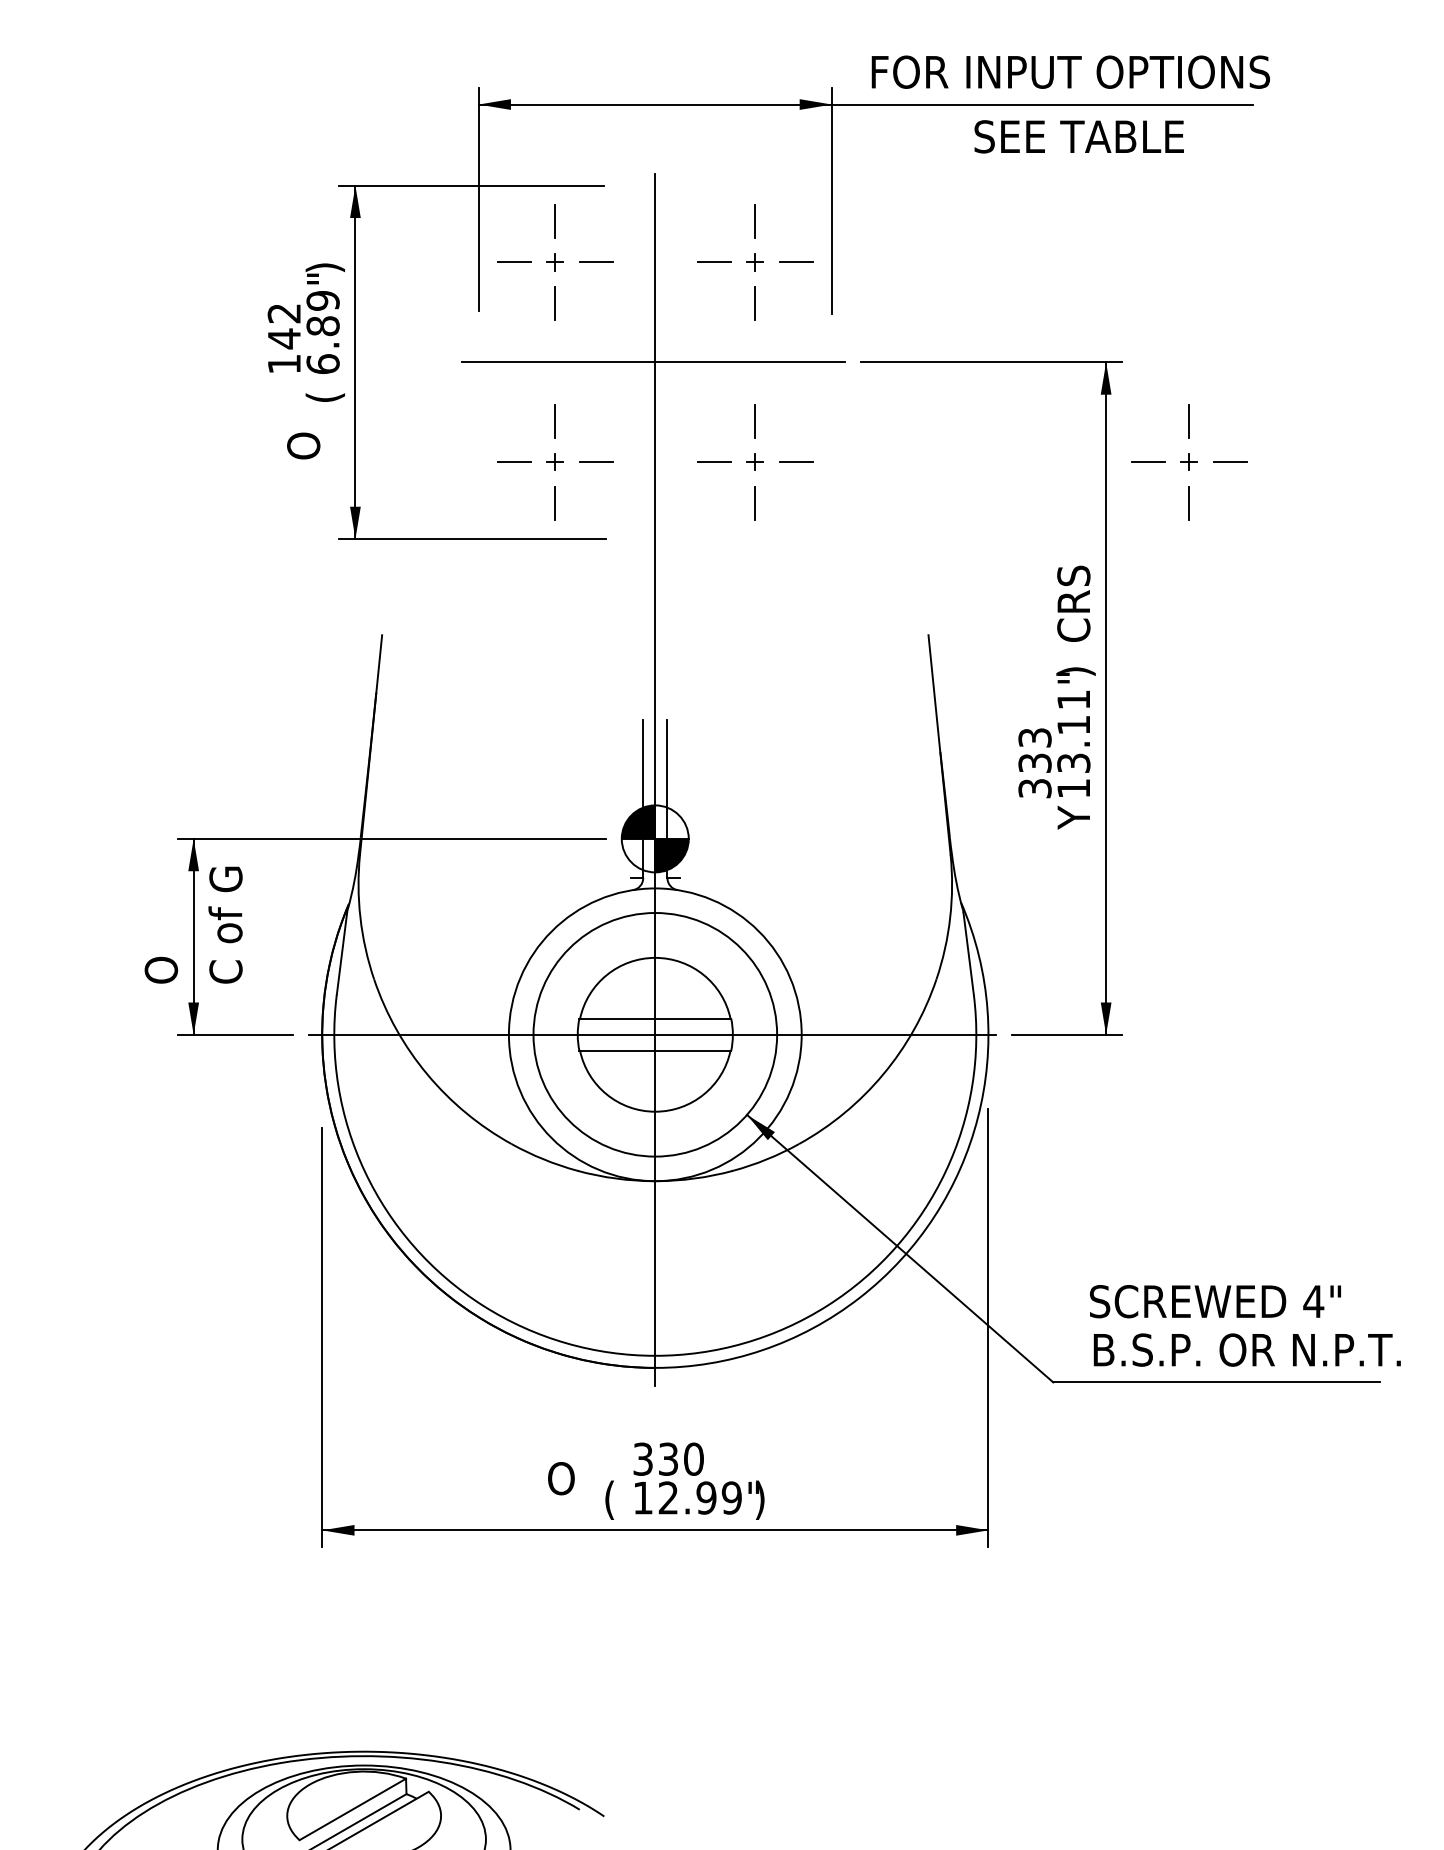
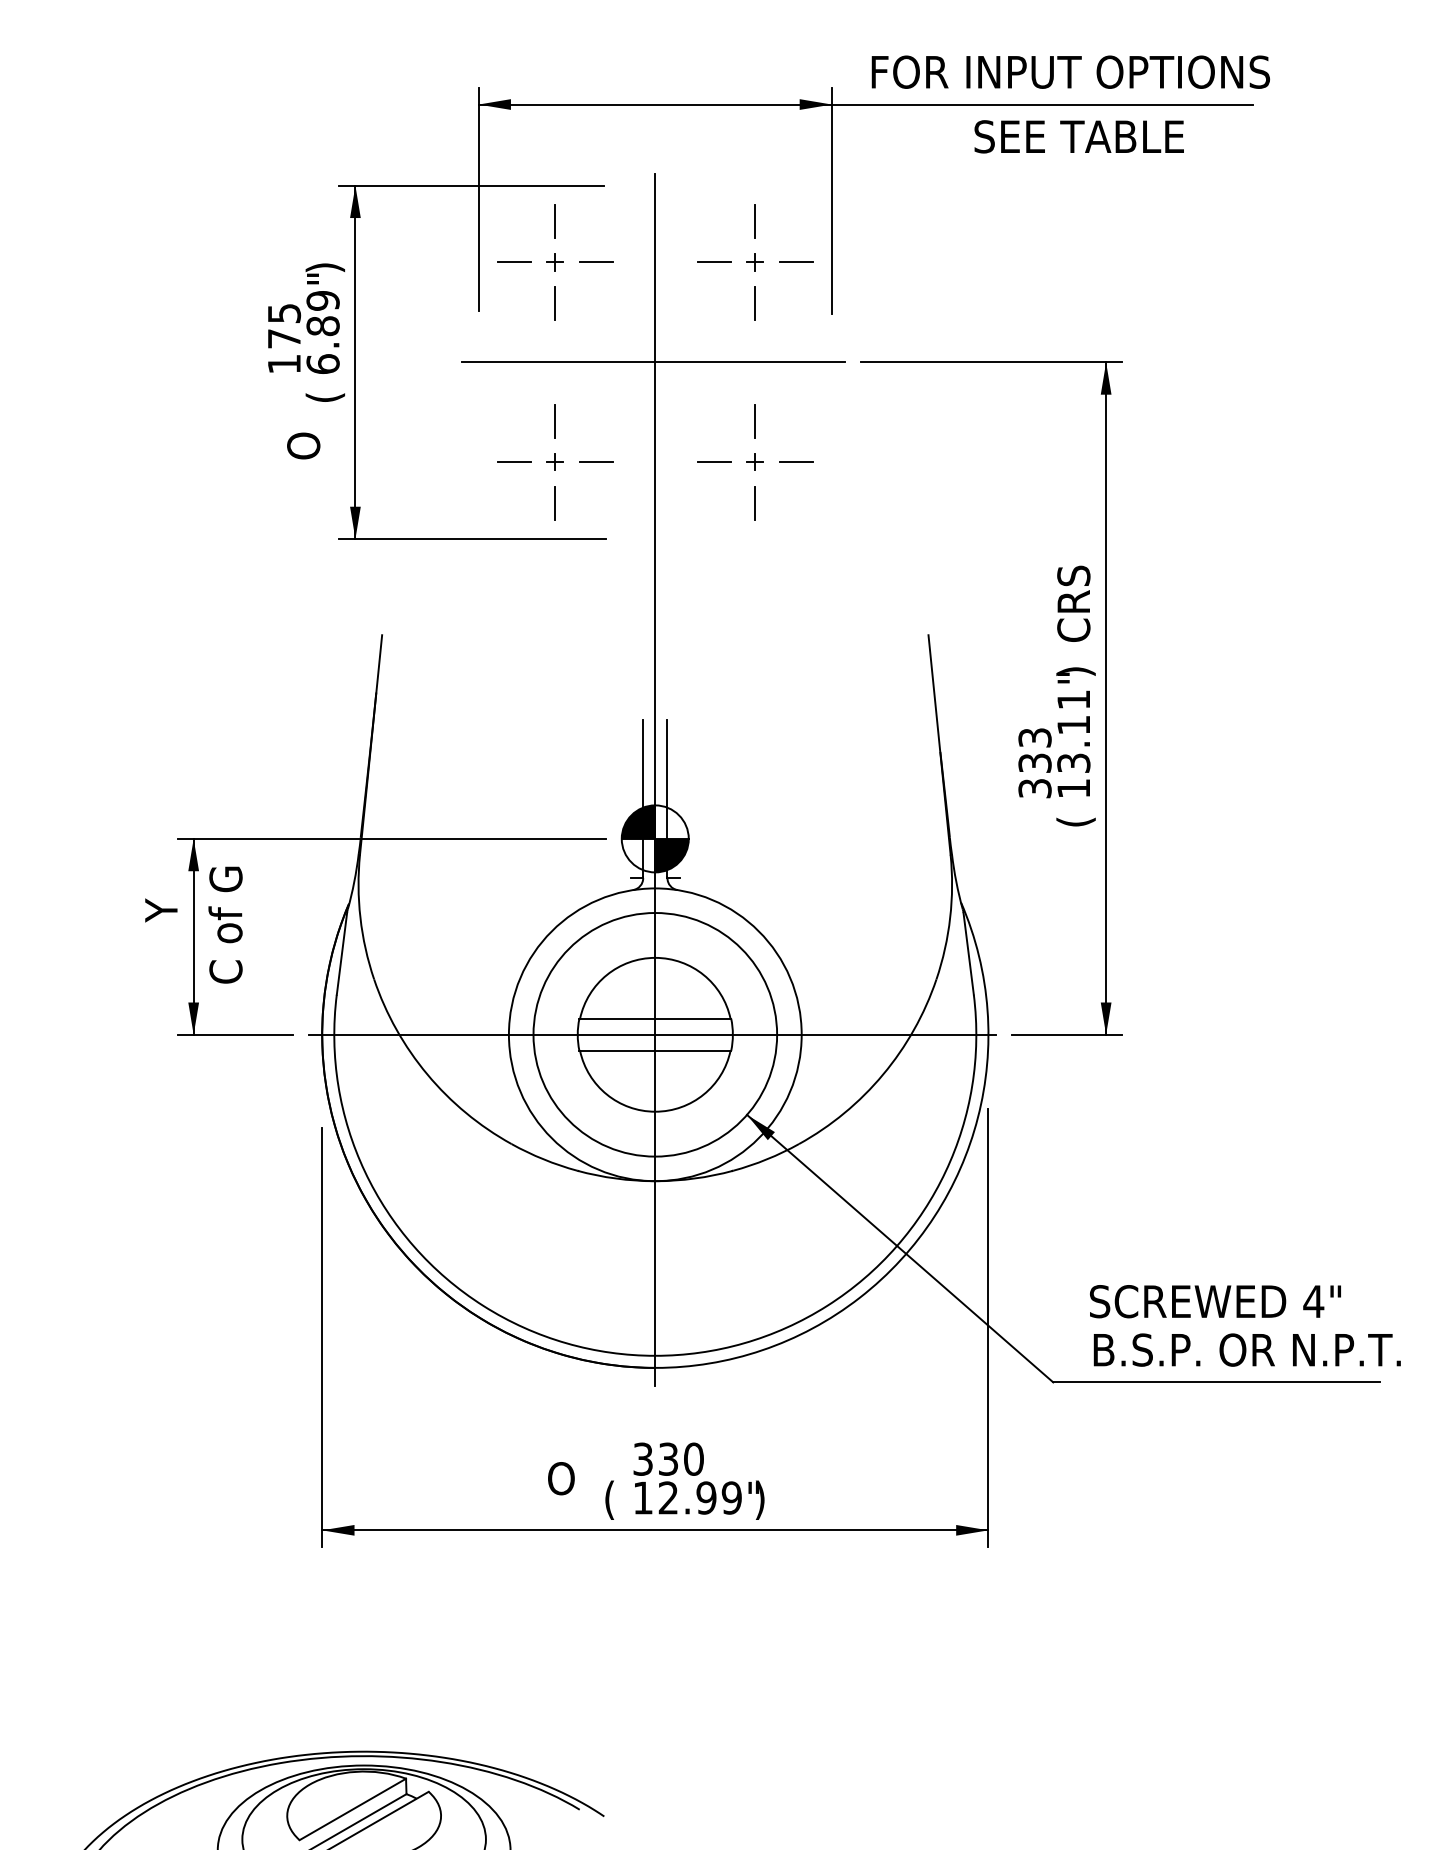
text at (284, 326): 142 -> 175
part at (1189, 462): present -> none
text at (1075, 817): Y -> (
text at (161, 940): O -> Y
